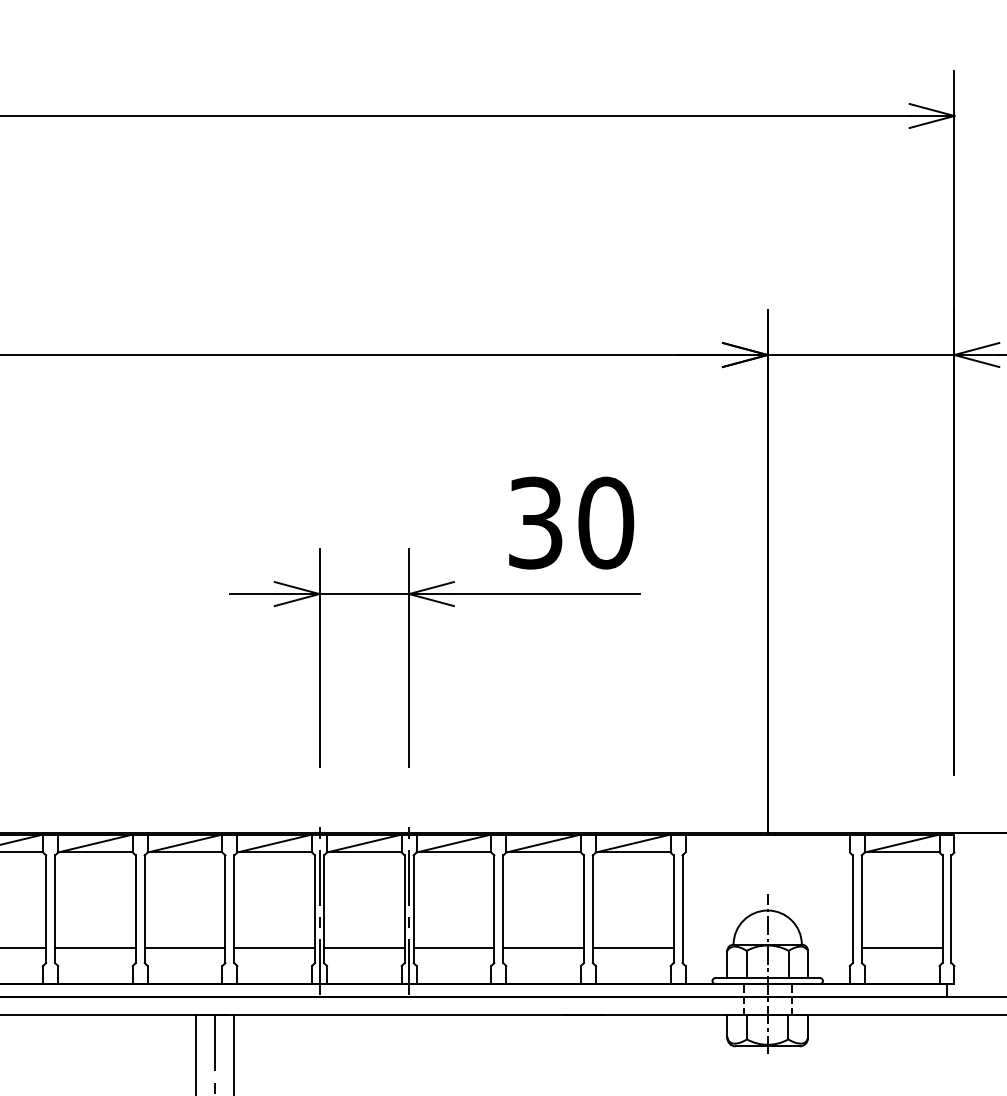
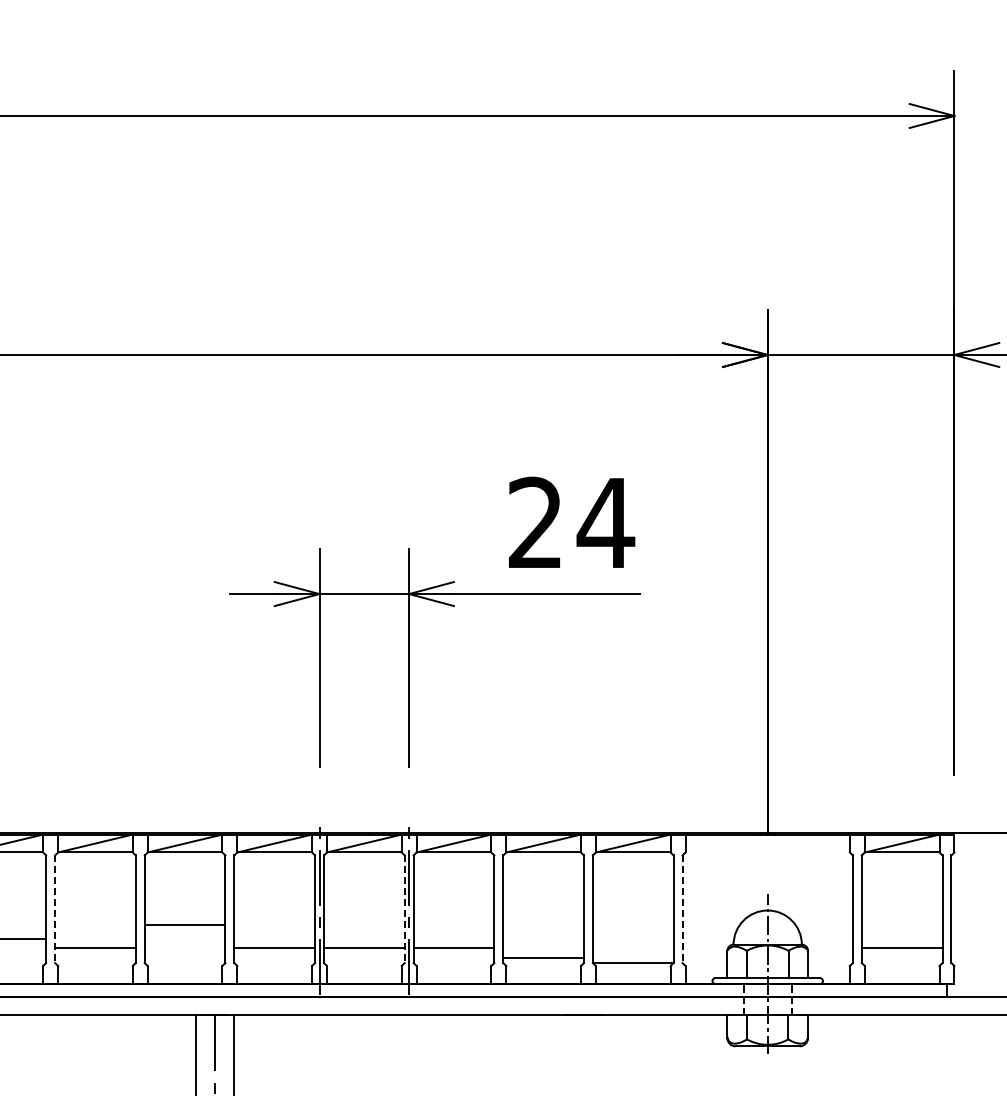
text at (571, 522): 30 -> 24
line at (55, 909): solid -> dashed
line at (404, 909): solid -> dashed
line at (682, 909): solid -> dashed
line at (24, 948) position: (24, 948) -> (24, 939)
line at (184, 948) position: (184, 948) -> (184, 925)
line at (543, 948) position: (543, 948) -> (543, 958)
line at (632, 948) position: (632, 948) -> (632, 963)
